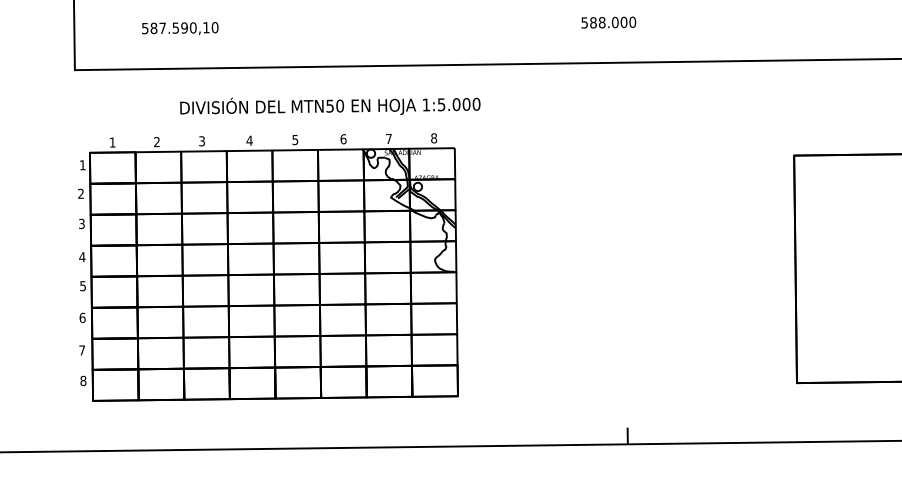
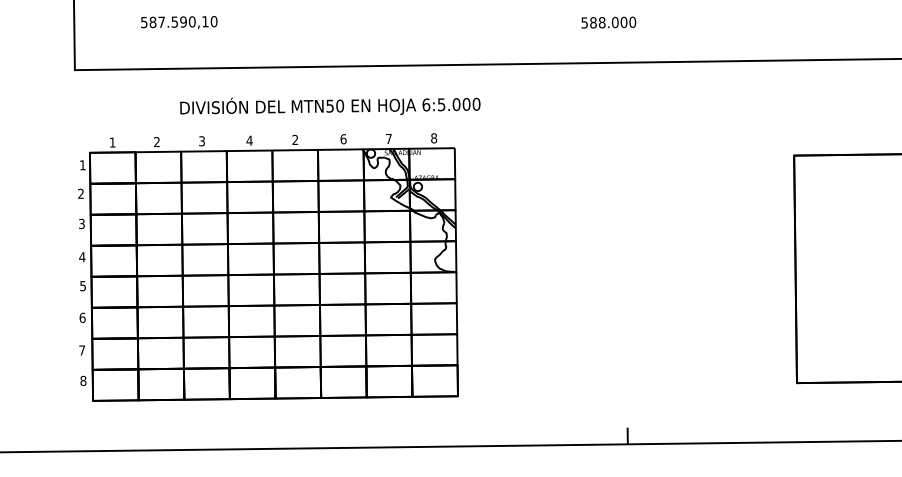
text at (180, 28) position: (180, 28) -> (179, 22)
text at (426, 104): 1:5.000 -> 6:5.000
text at (295, 139): 5 -> 2
